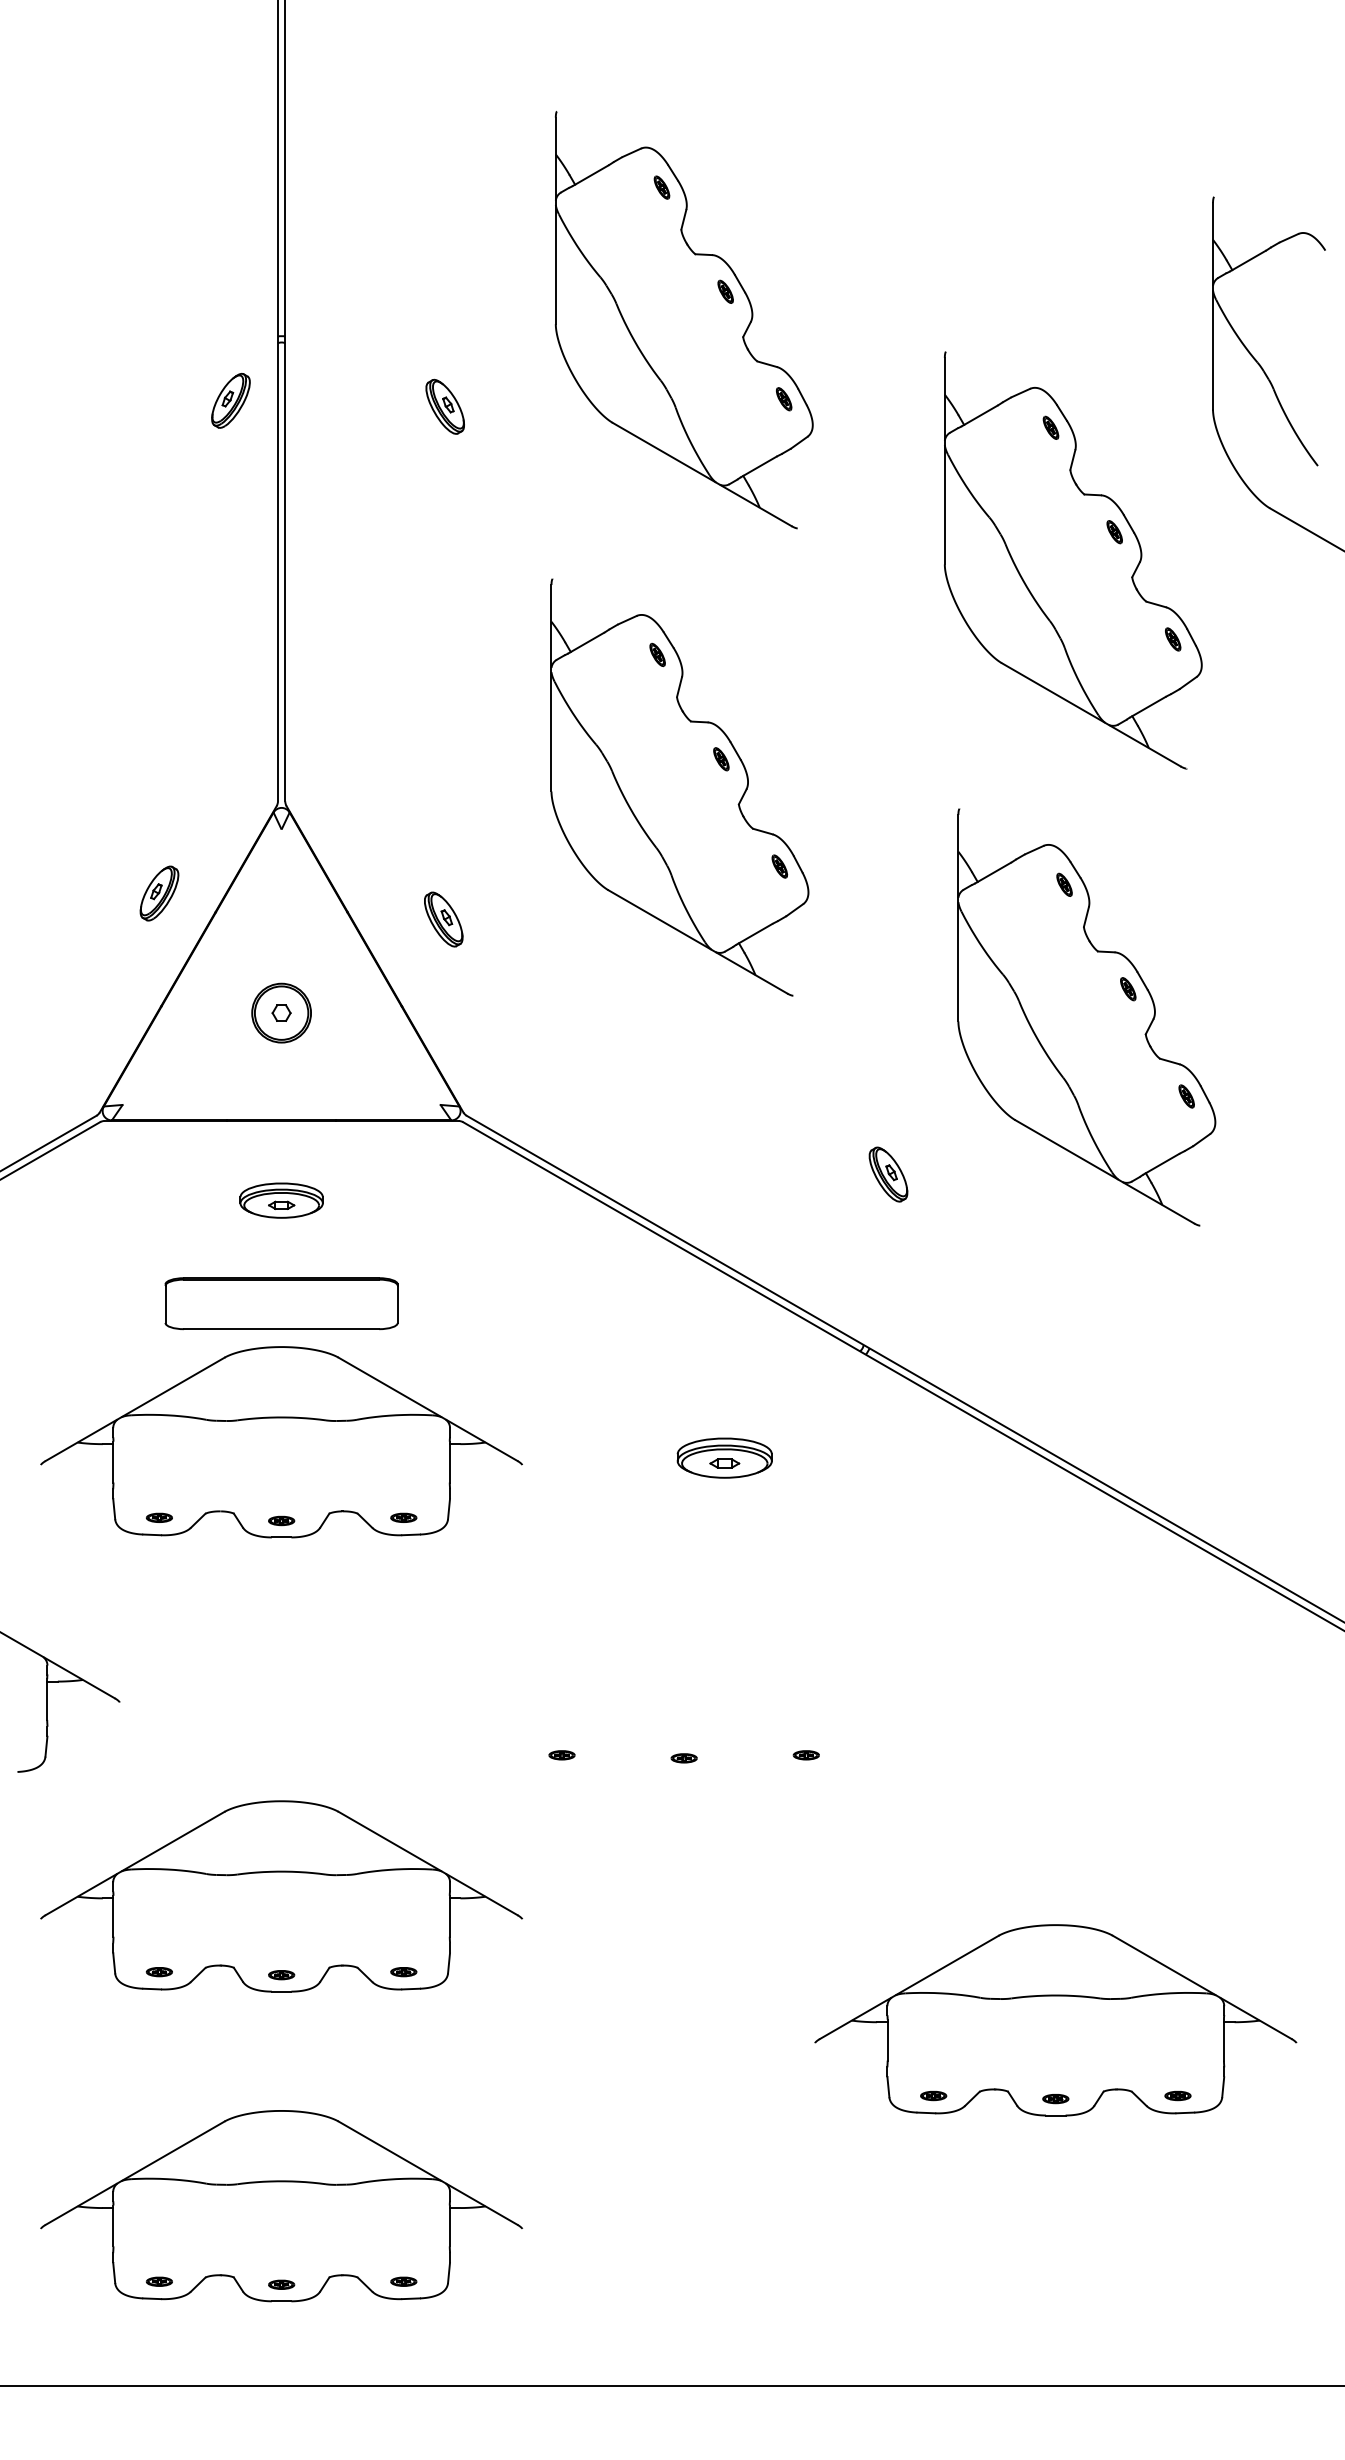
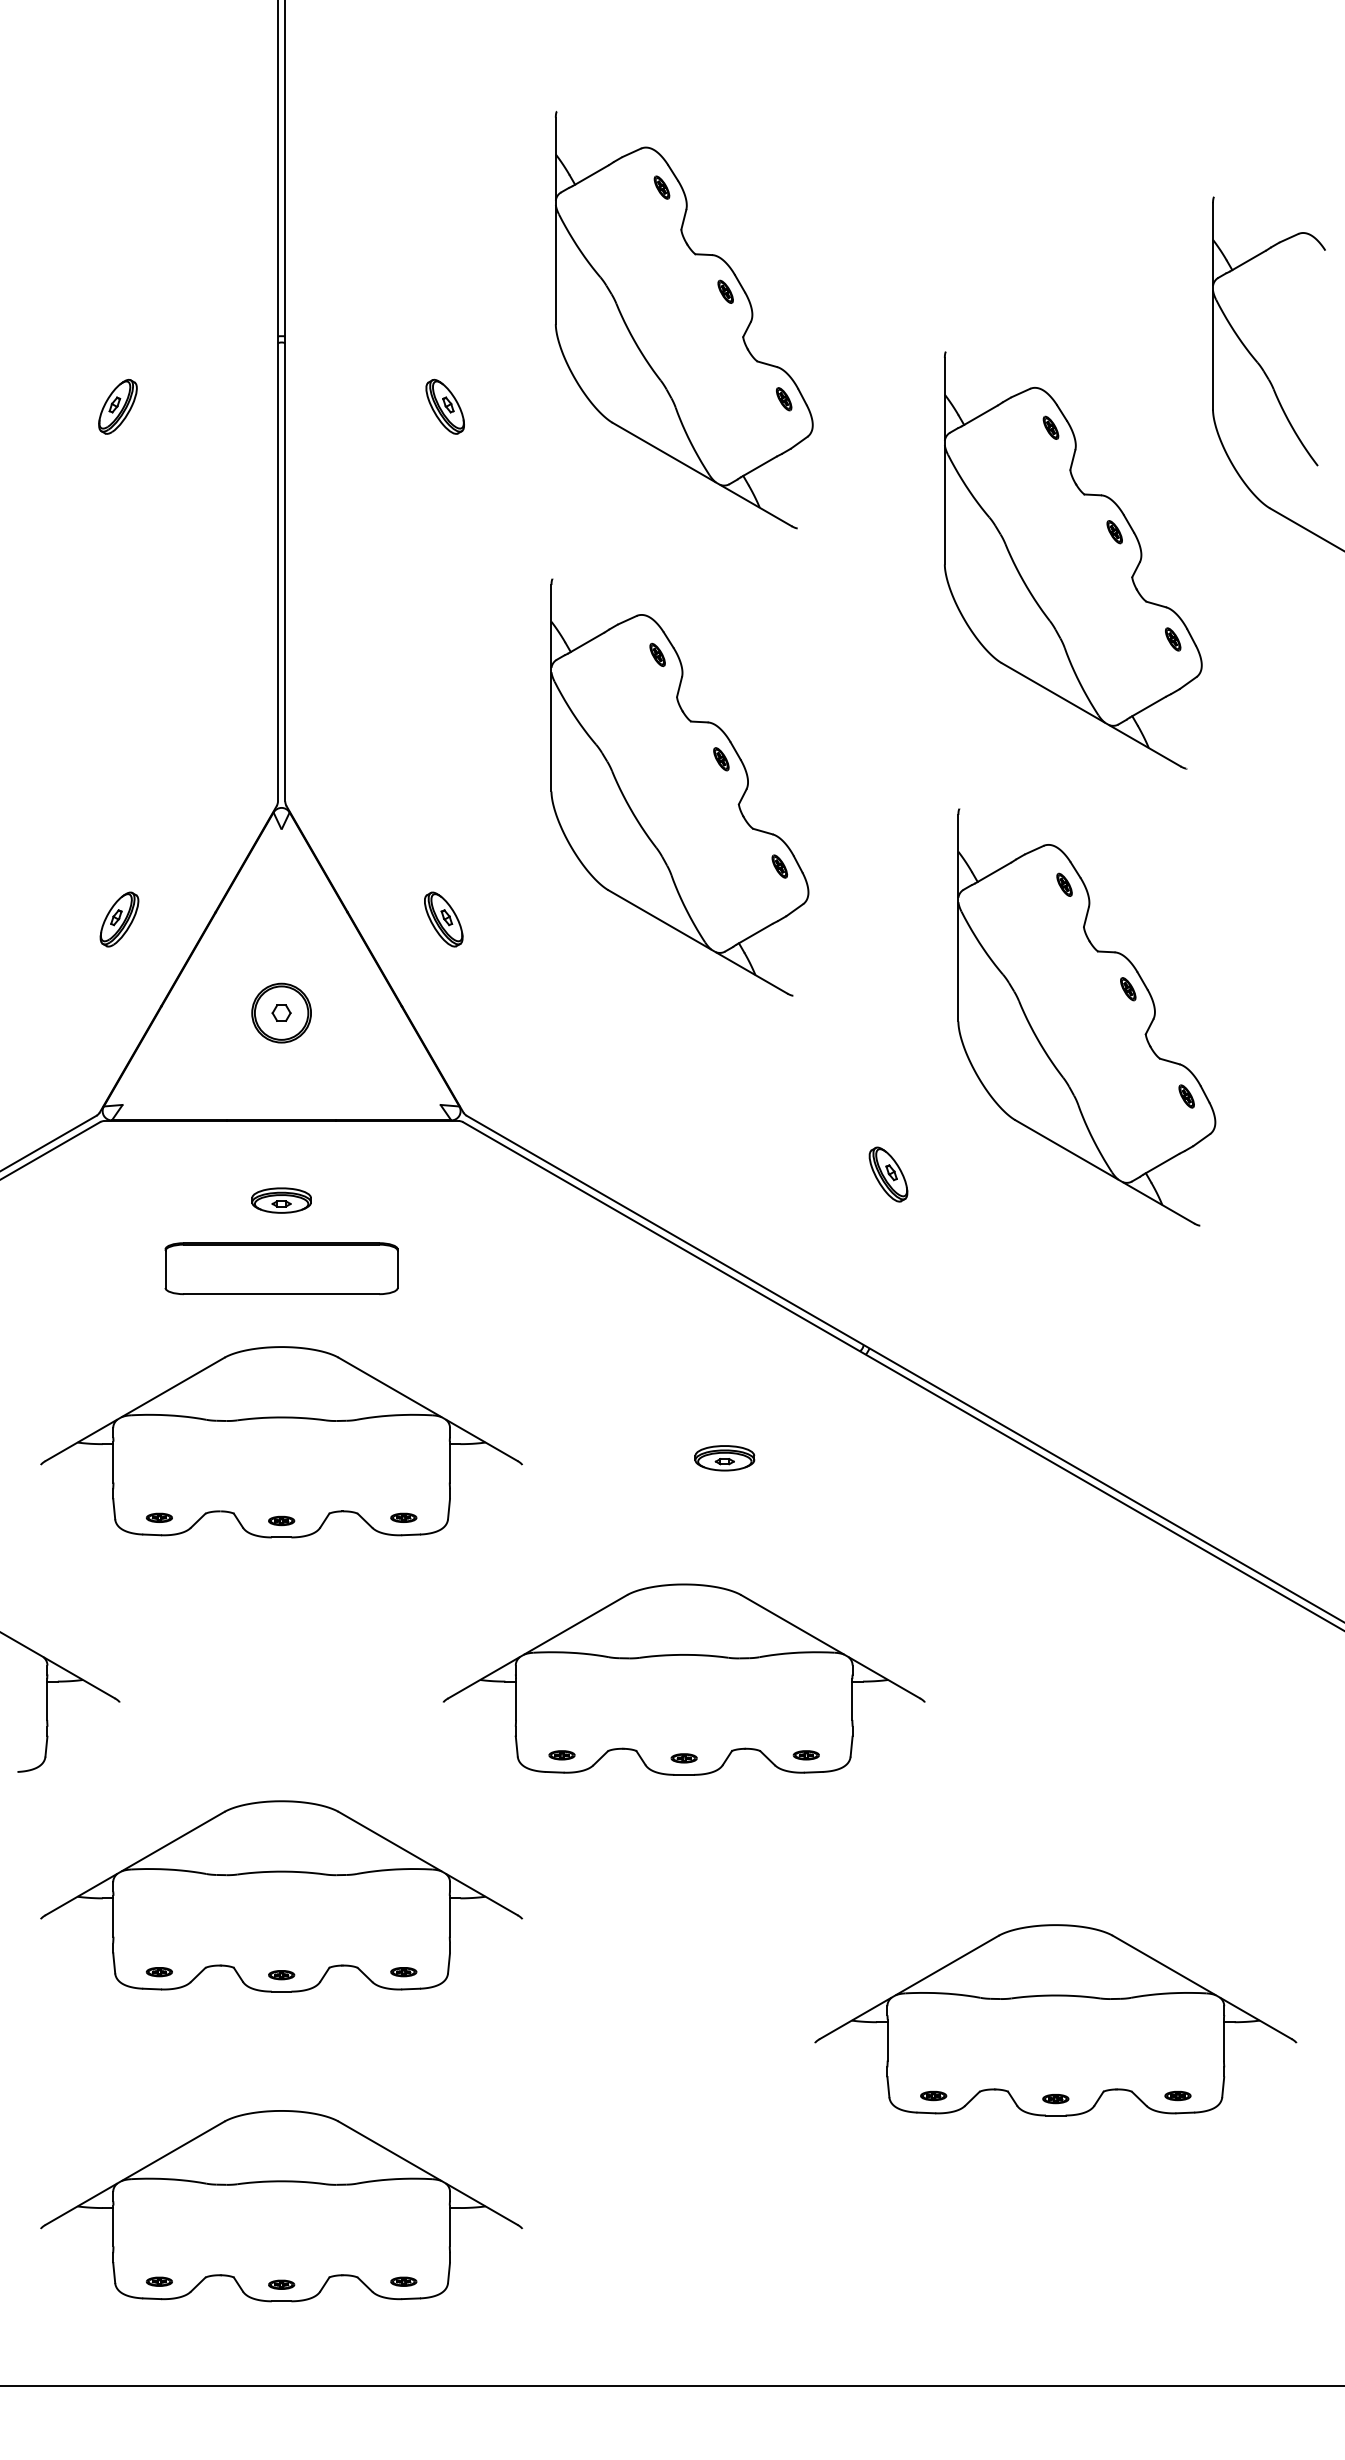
part at (230, 400) position: (230, 400) -> (117, 406)
part at (159, 893) position: (159, 893) -> (119, 919)
part at (281, 1200) size: 85x37 px -> 61x27 px
part at (281, 1303) position: (281, 1303) -> (281, 1268)
part at (724, 1457) size: 97x42 px -> 62x27 px
part at (683, 1679): none -> present
